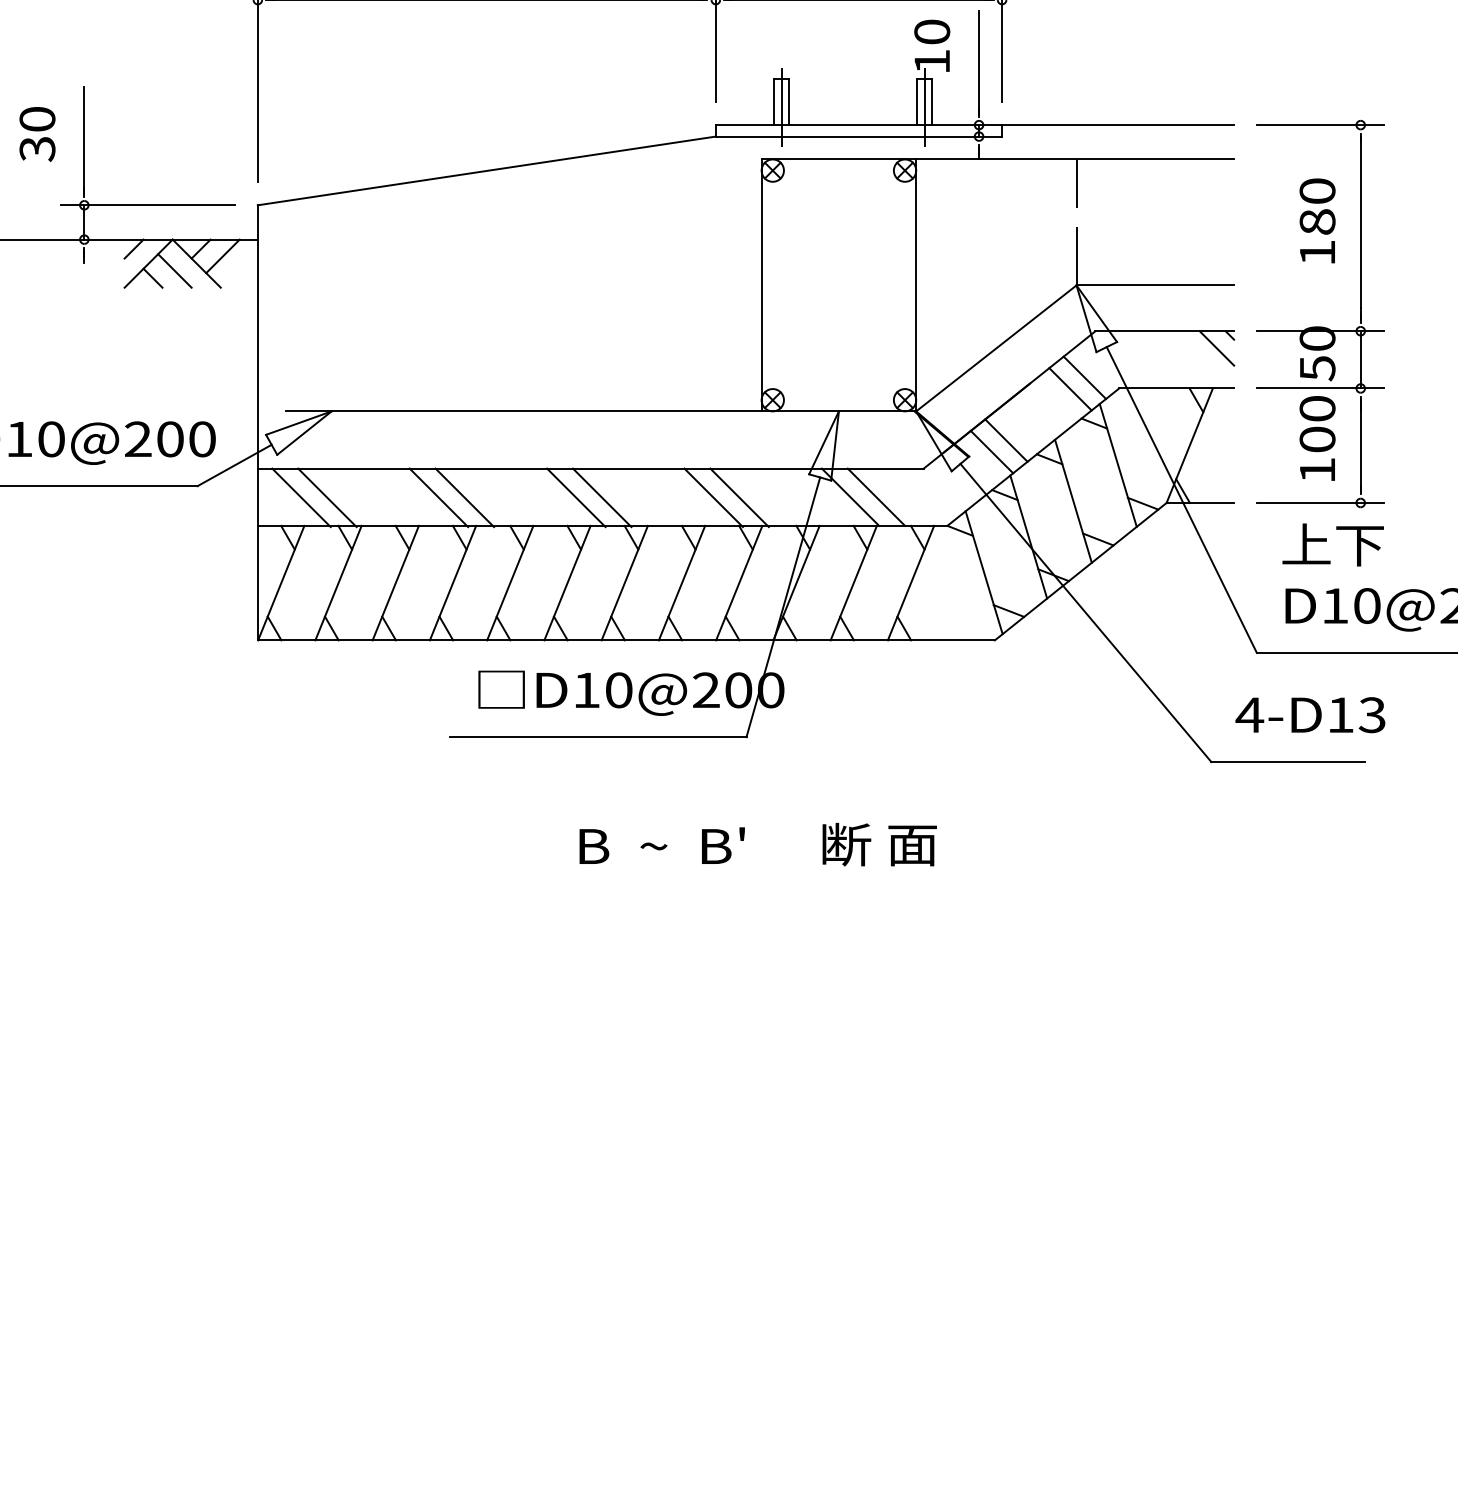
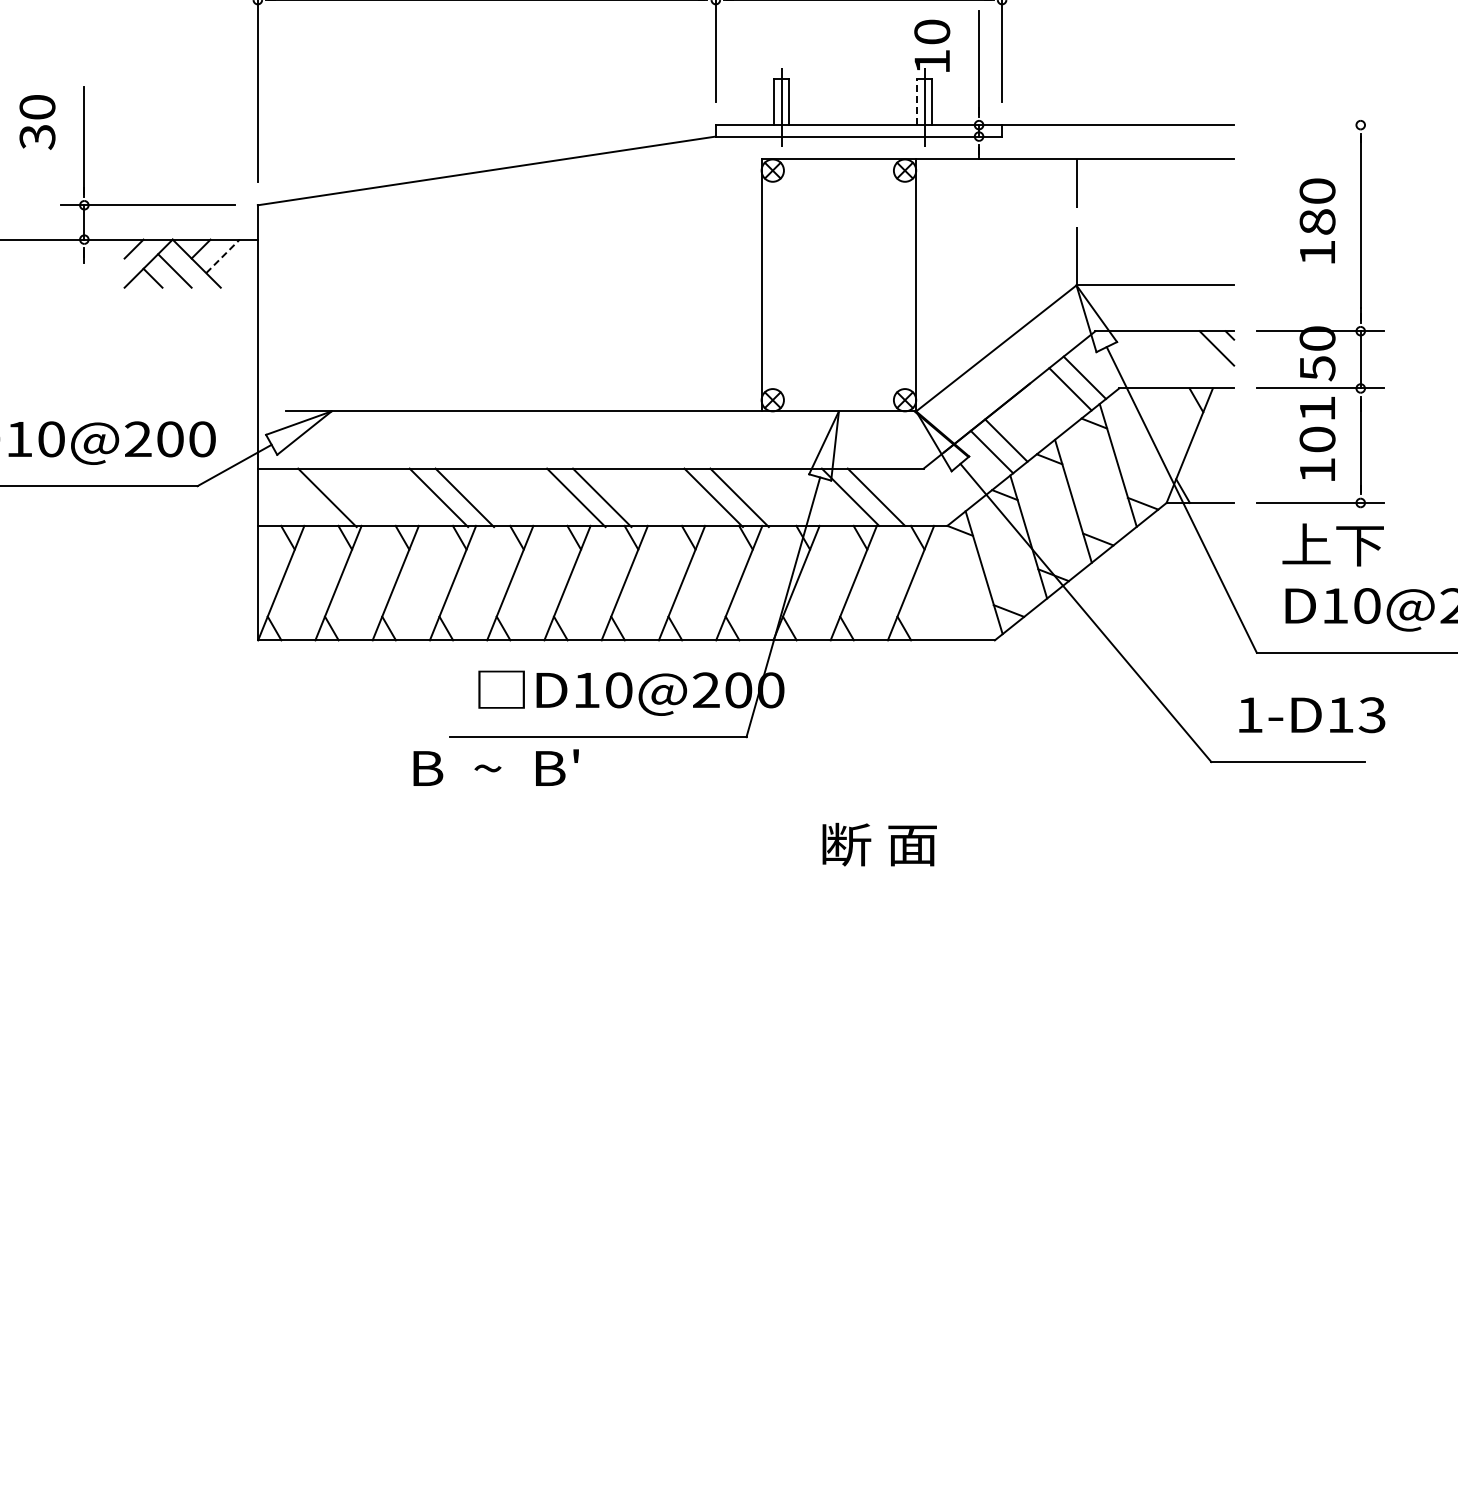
line at (917, 102): solid -> dashed
line at (1320, 125): present -> none
text at (37, 134) position: (37, 134) -> (37, 122)
line at (222, 256): solid -> dashed
text at (1317, 408): 100 -> 101
line at (301, 497): present -> none
text at (1249, 714): 4-D13 -> 1-D13
text at (661, 845) position: (661, 845) -> (495, 767)
